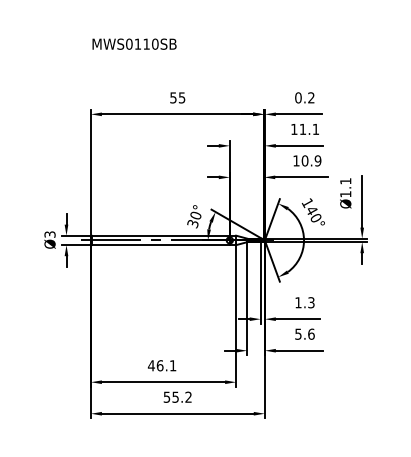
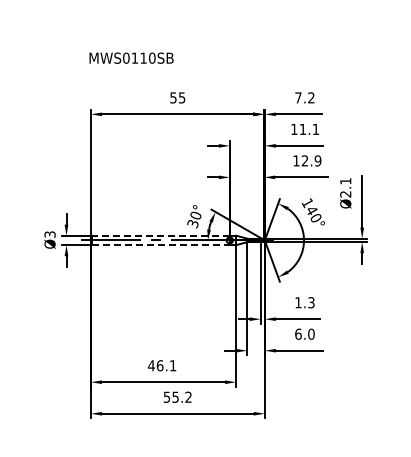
text at (134, 43) position: (134, 43) -> (131, 57)
text at (298, 97): 0.2 -> 7.2
text at (304, 160): 10.9 -> 12.9
text at (345, 194): Ø1.1 -> Ø2.1
line at (160, 235): solid -> dashed
line at (161, 245): solid -> dashed
text at (304, 333): 5.6 -> 6.0
